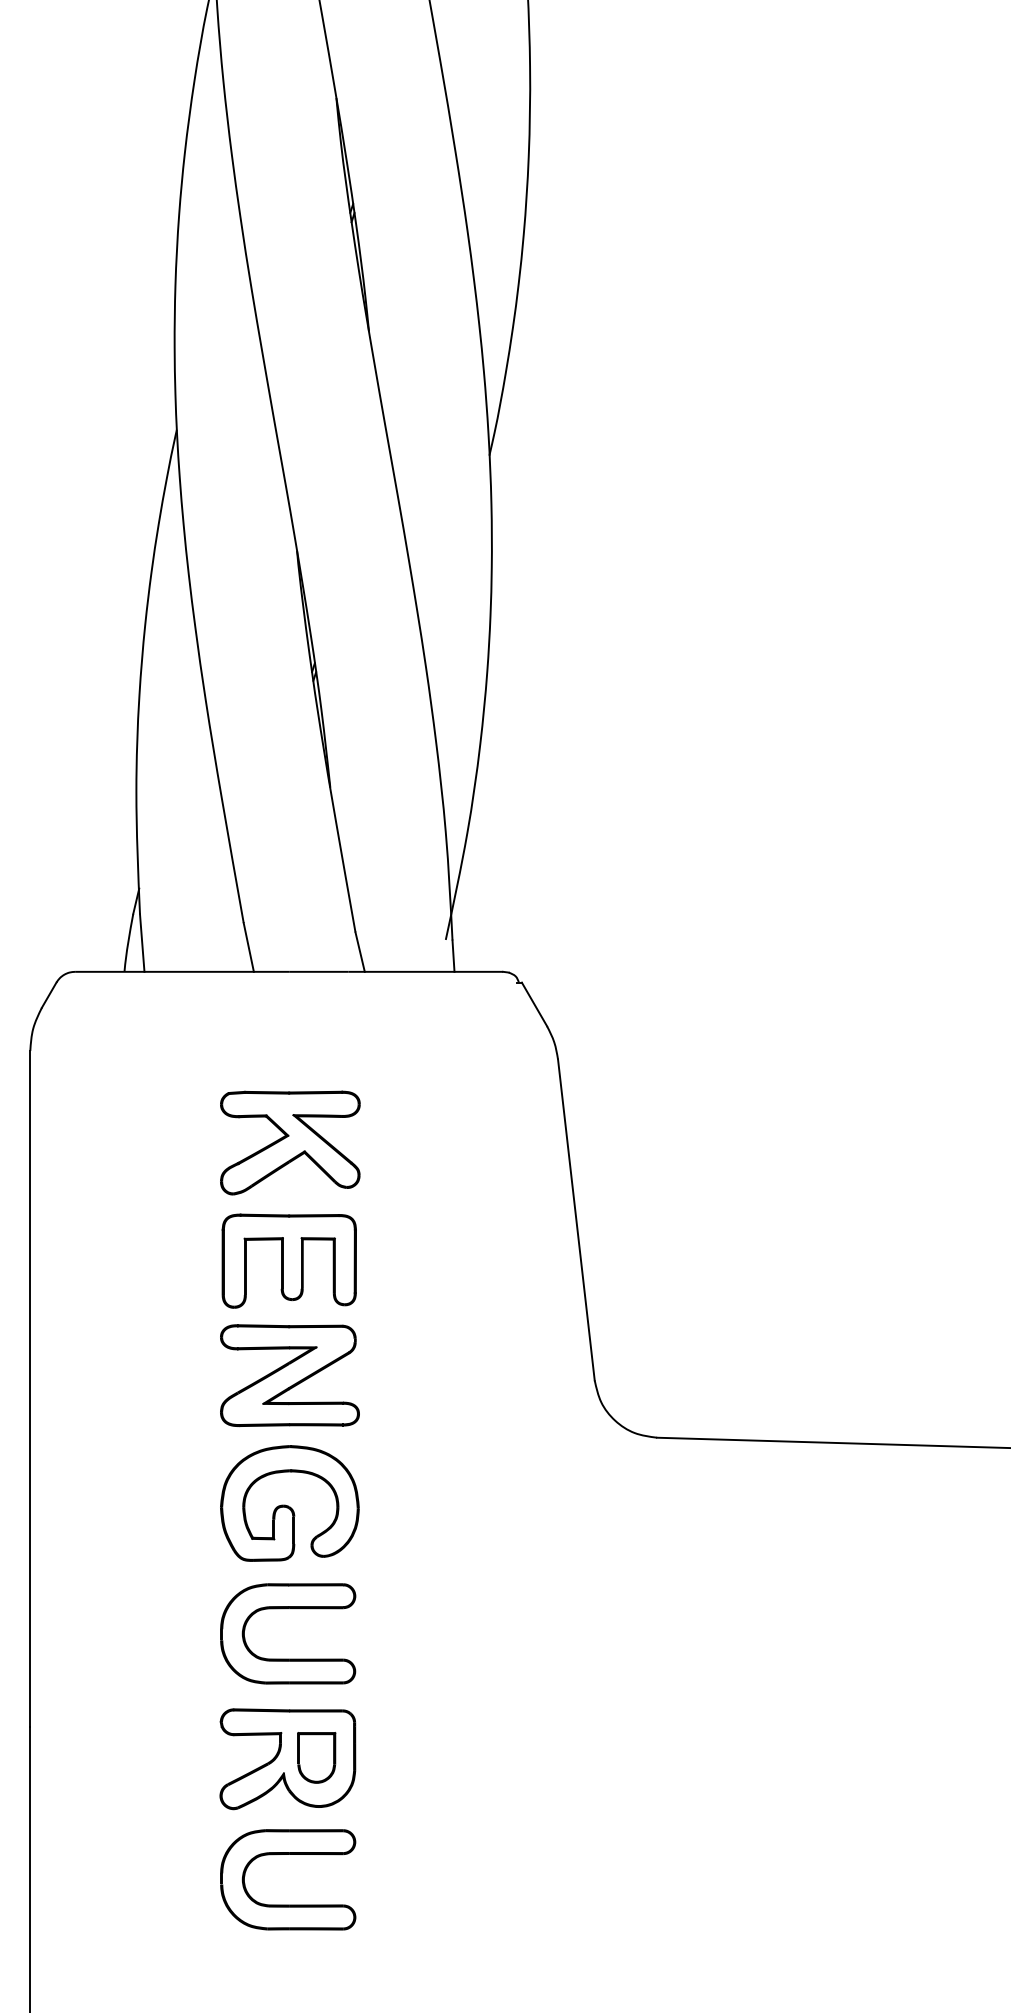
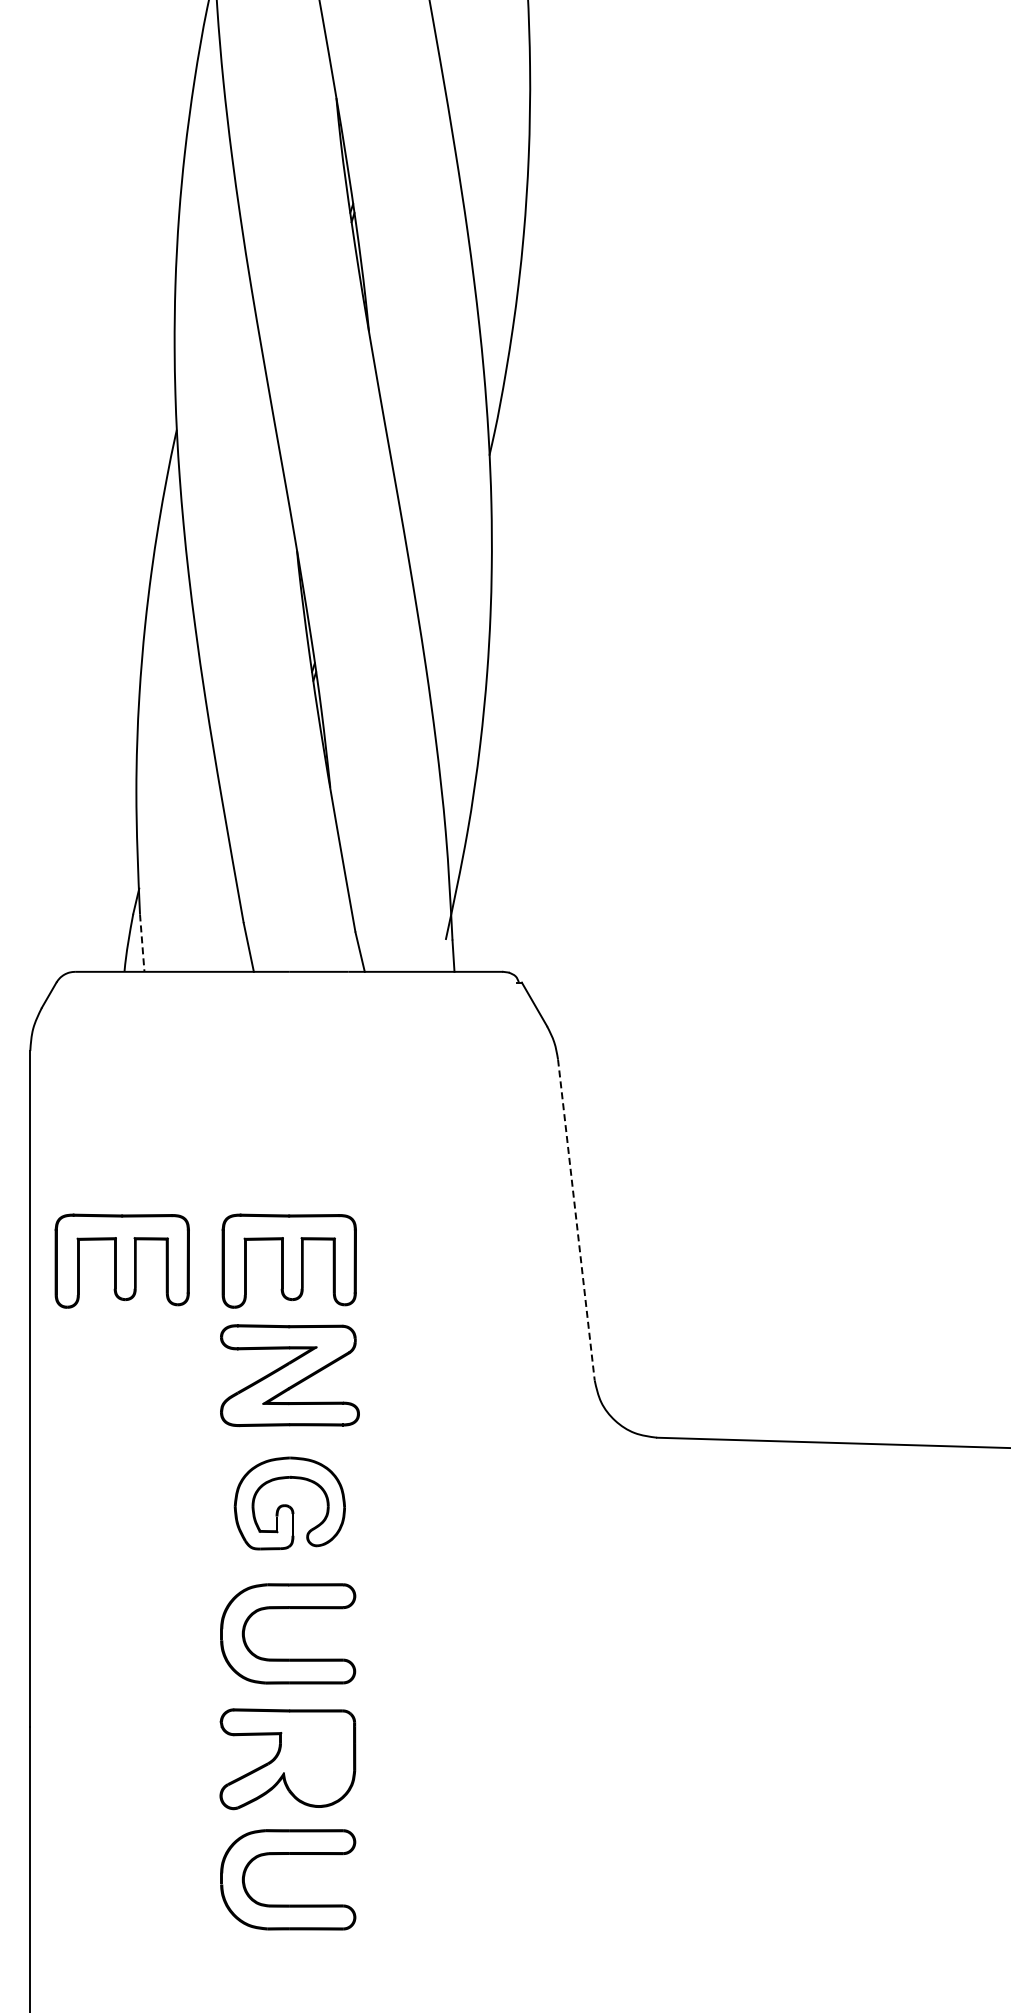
line at (142, 943): solid -> dashed
part at (290, 1142): present -> none
line at (576, 1220): solid -> dashed
part at (121, 1260): none -> present
part at (289, 1503) size: 140x117 px -> 113x95 px
part at (316, 1757): present -> none
